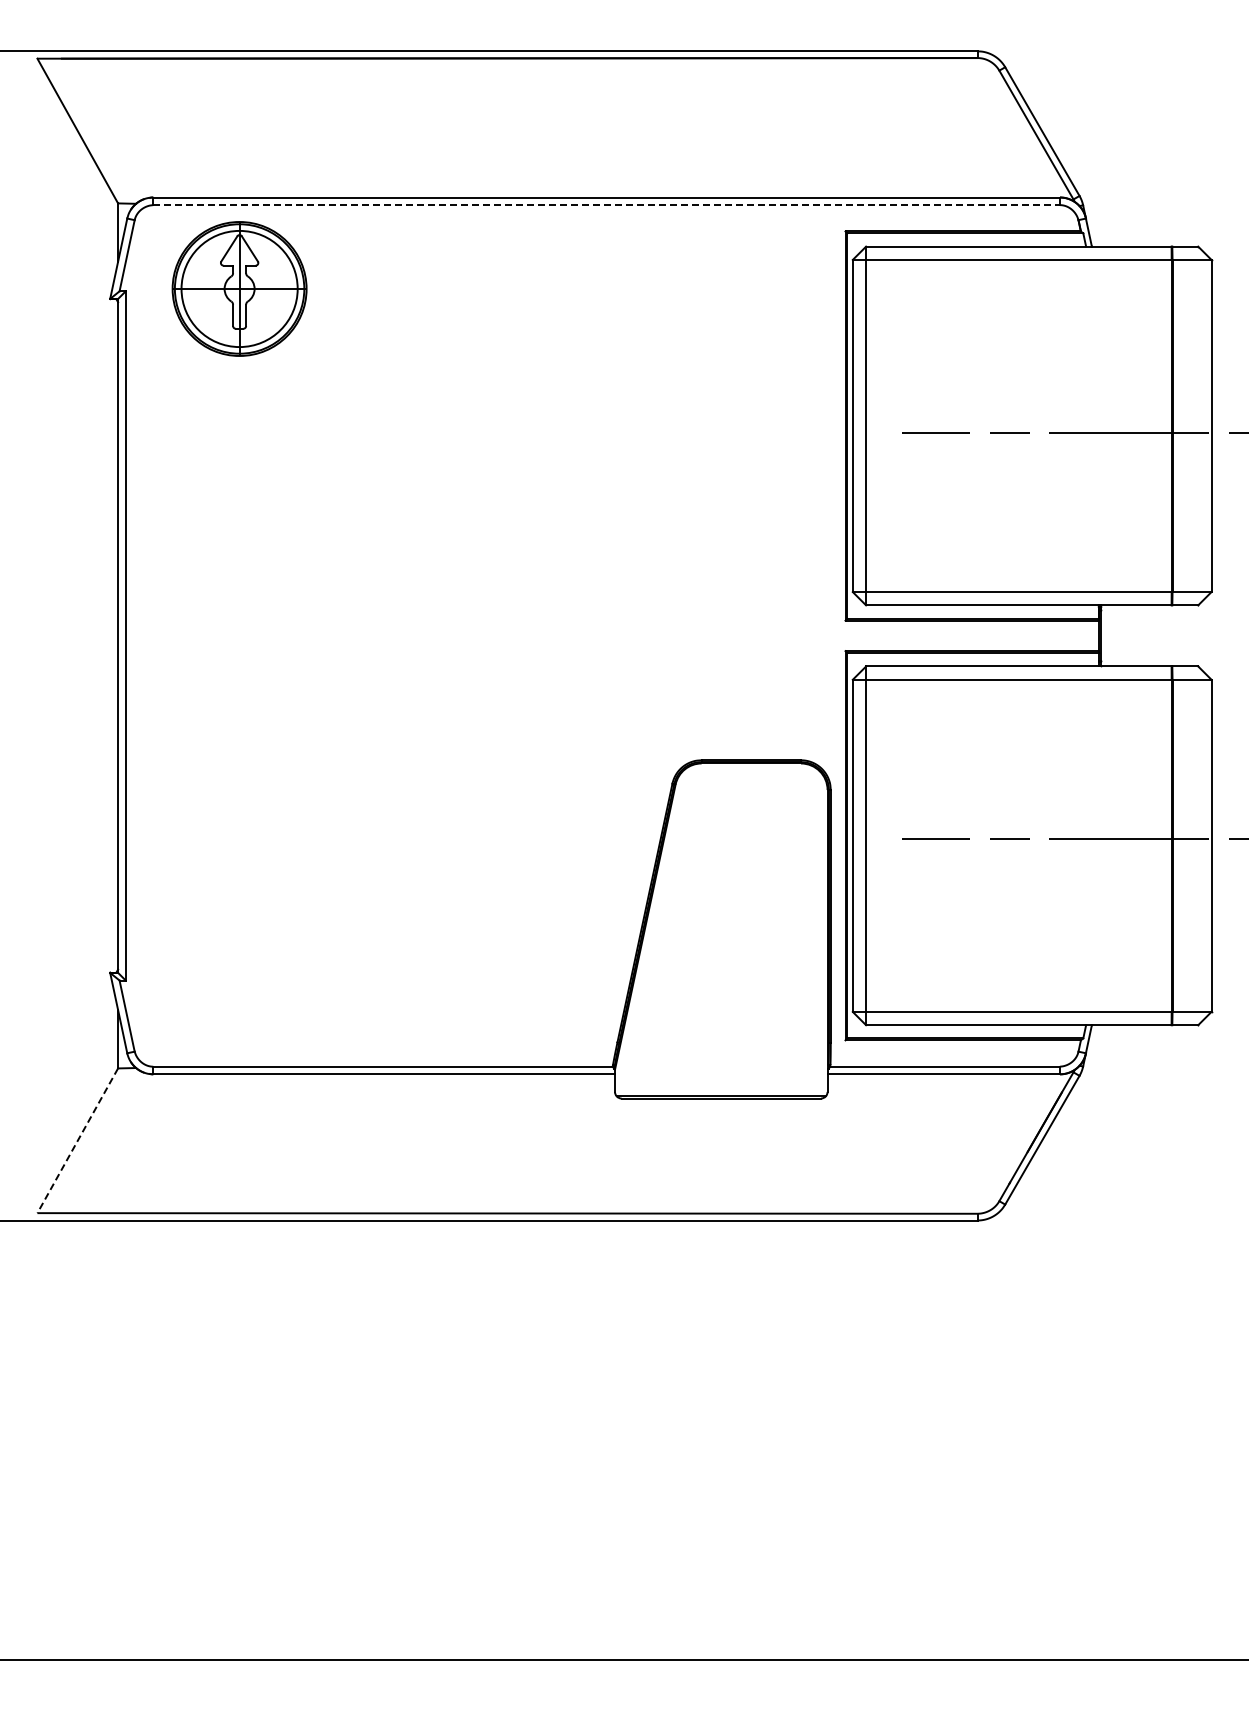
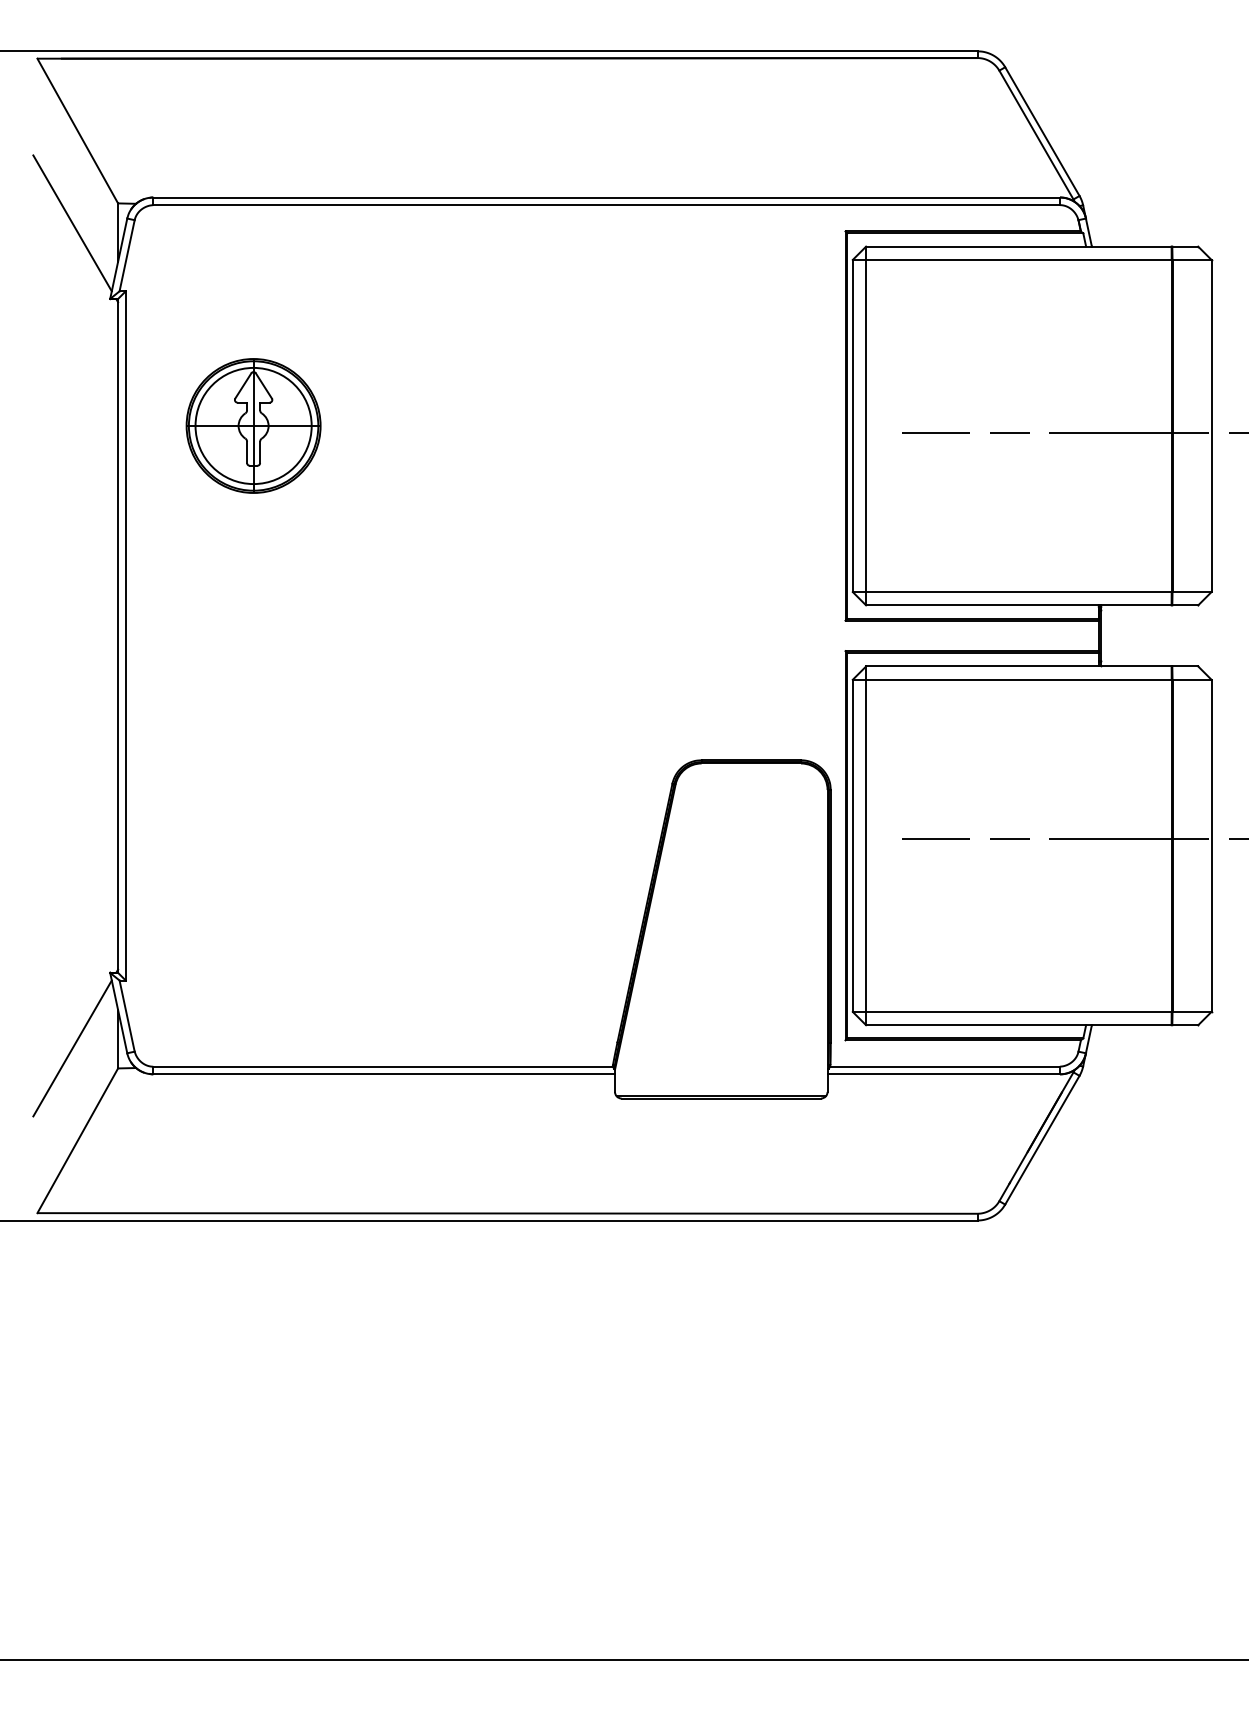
line at (607, 205): dashed -> solid
line at (72, 223): none -> present
part at (239, 288) position: (239, 288) -> (253, 425)
line at (72, 1048): none -> present
line at (77, 1140): dashed -> solid
